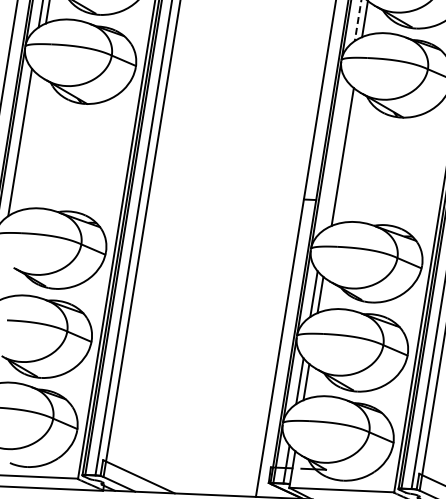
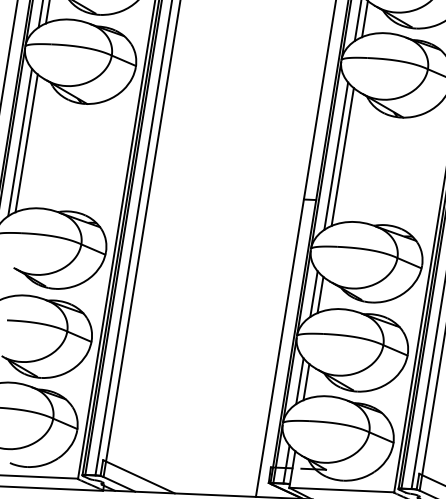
line at (358, 20): dashed -> solid
line at (26, 143): none -> present
line at (336, 155): none -> present
